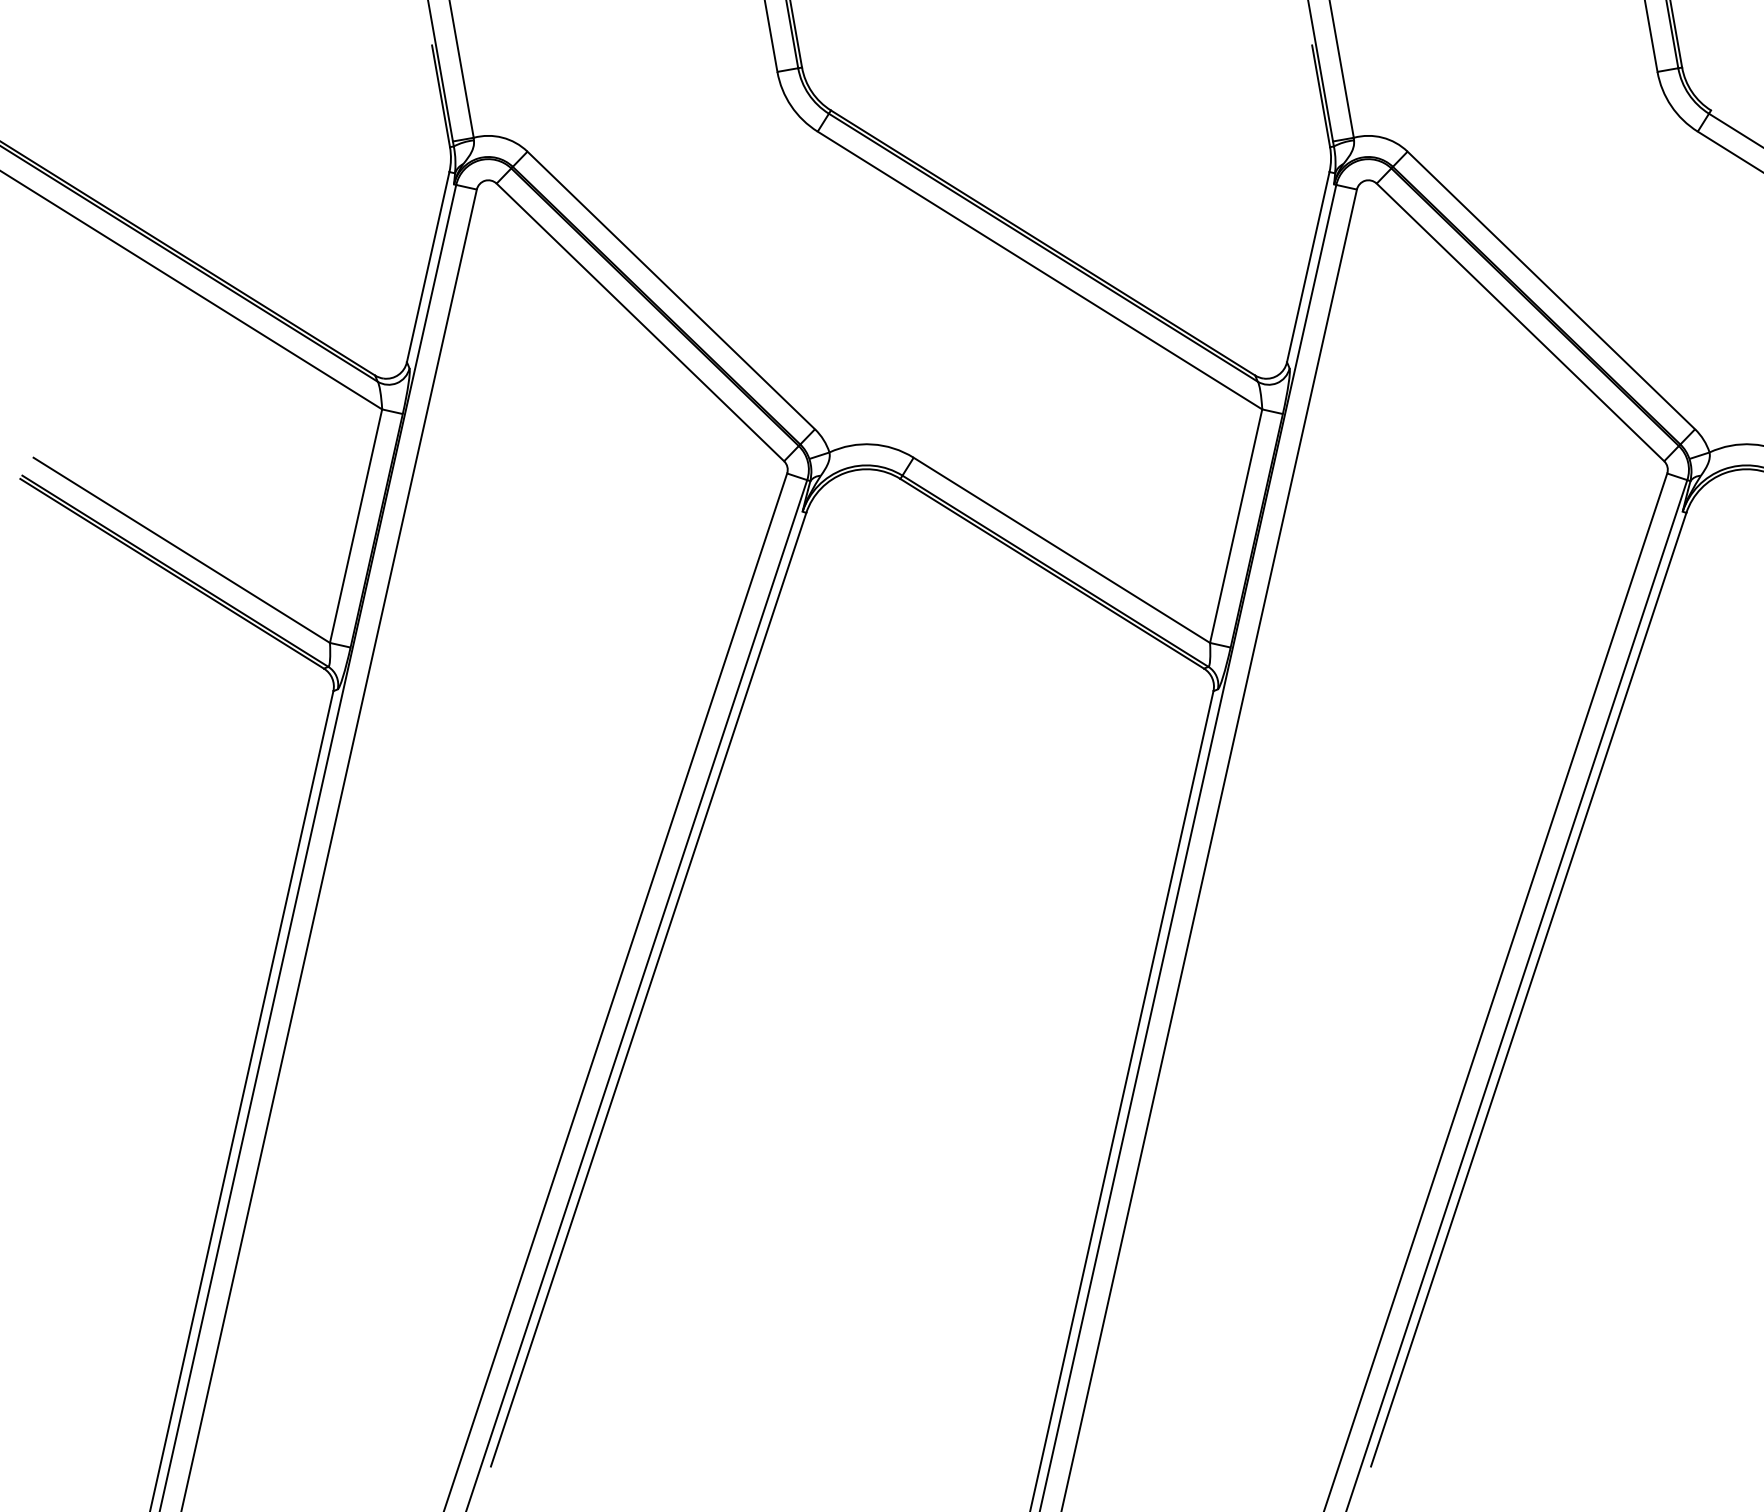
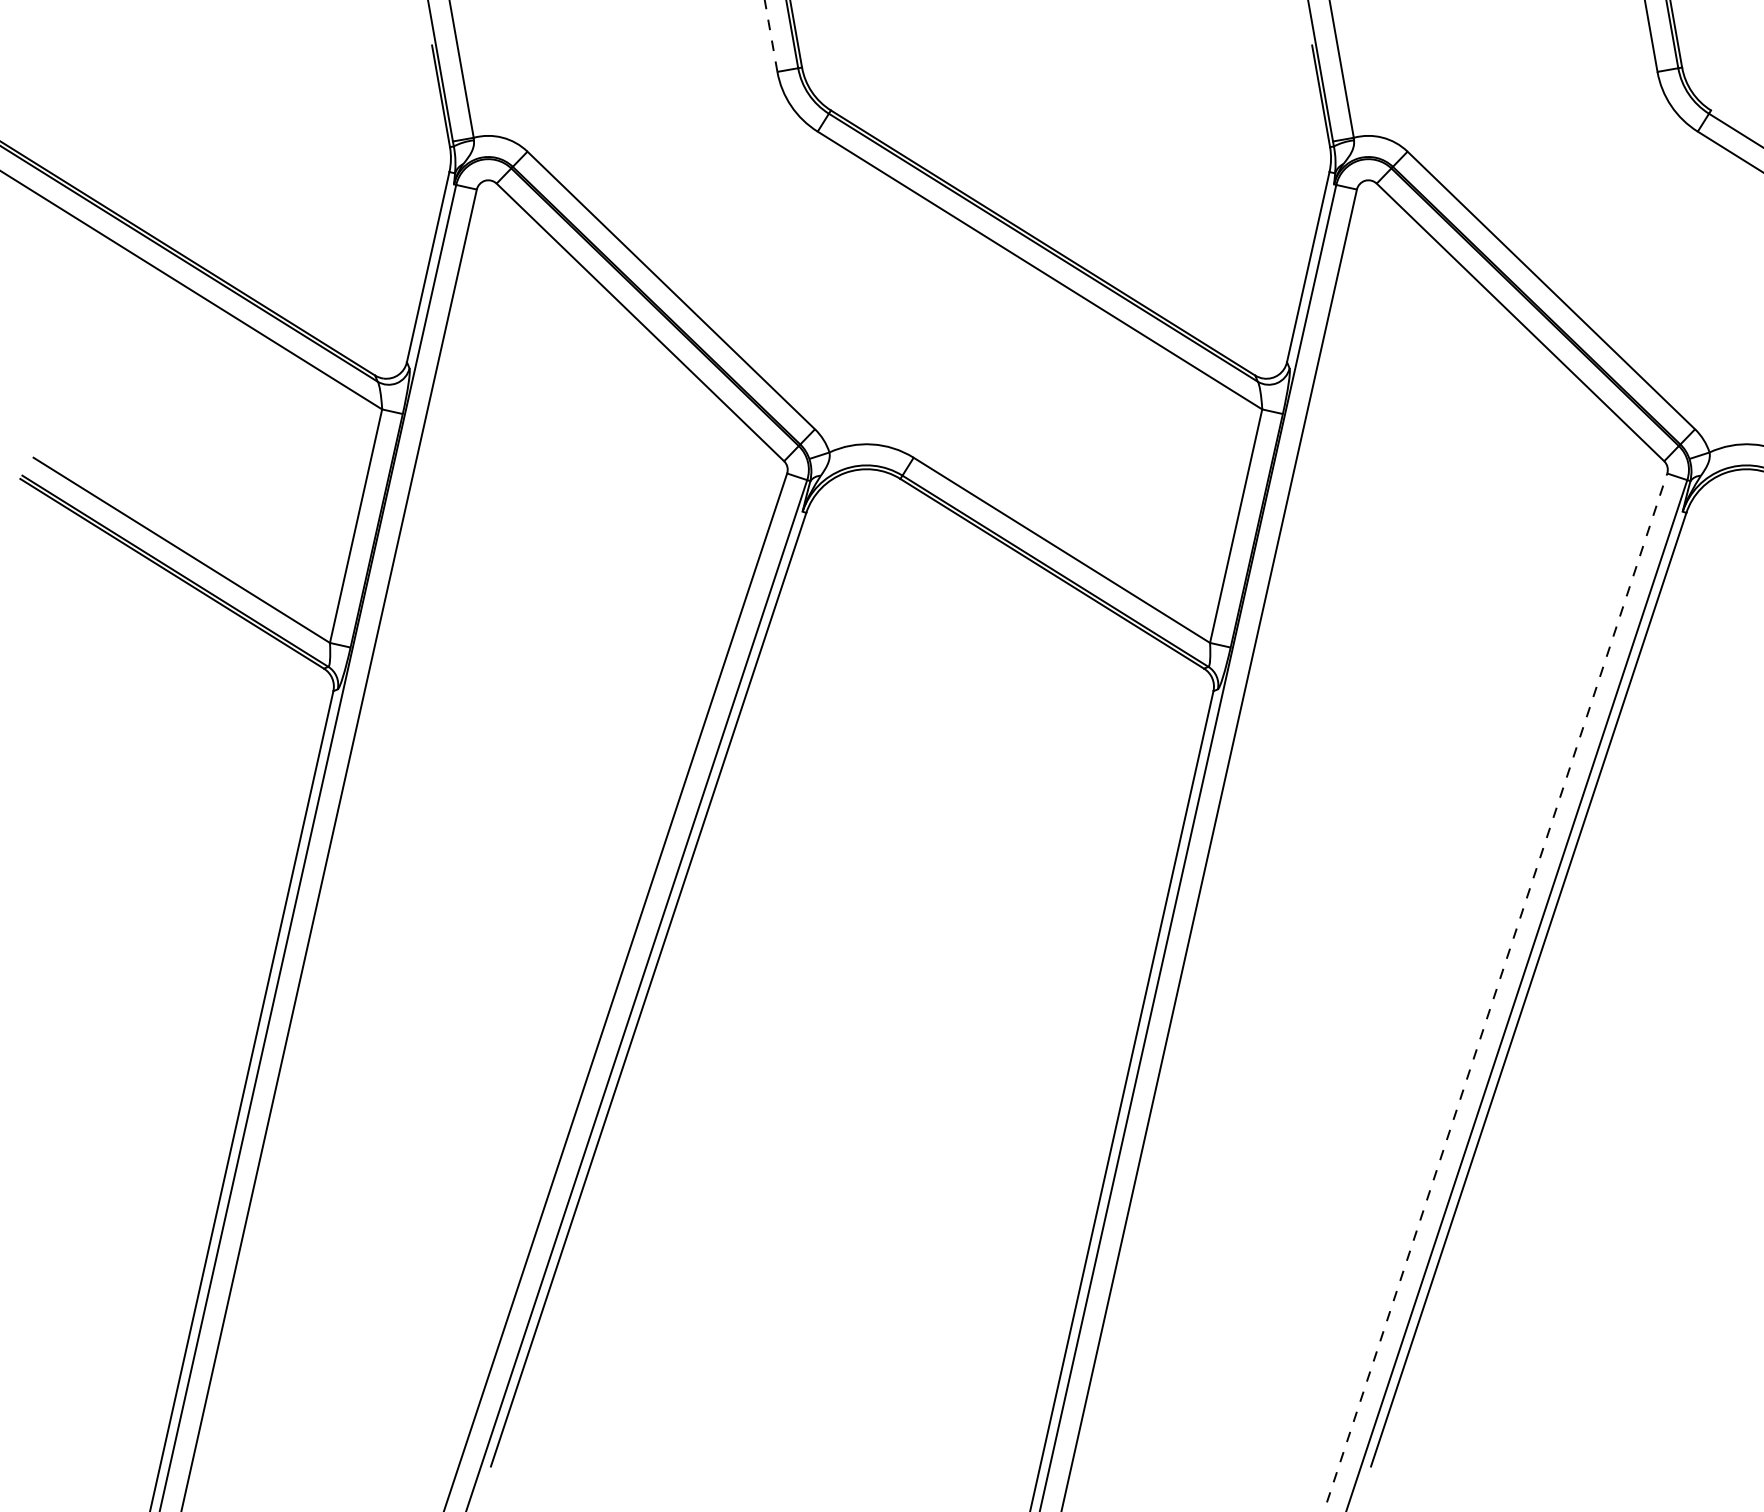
line at (771, 35): solid -> dashed
line at (1495, 991): solid -> dashed
